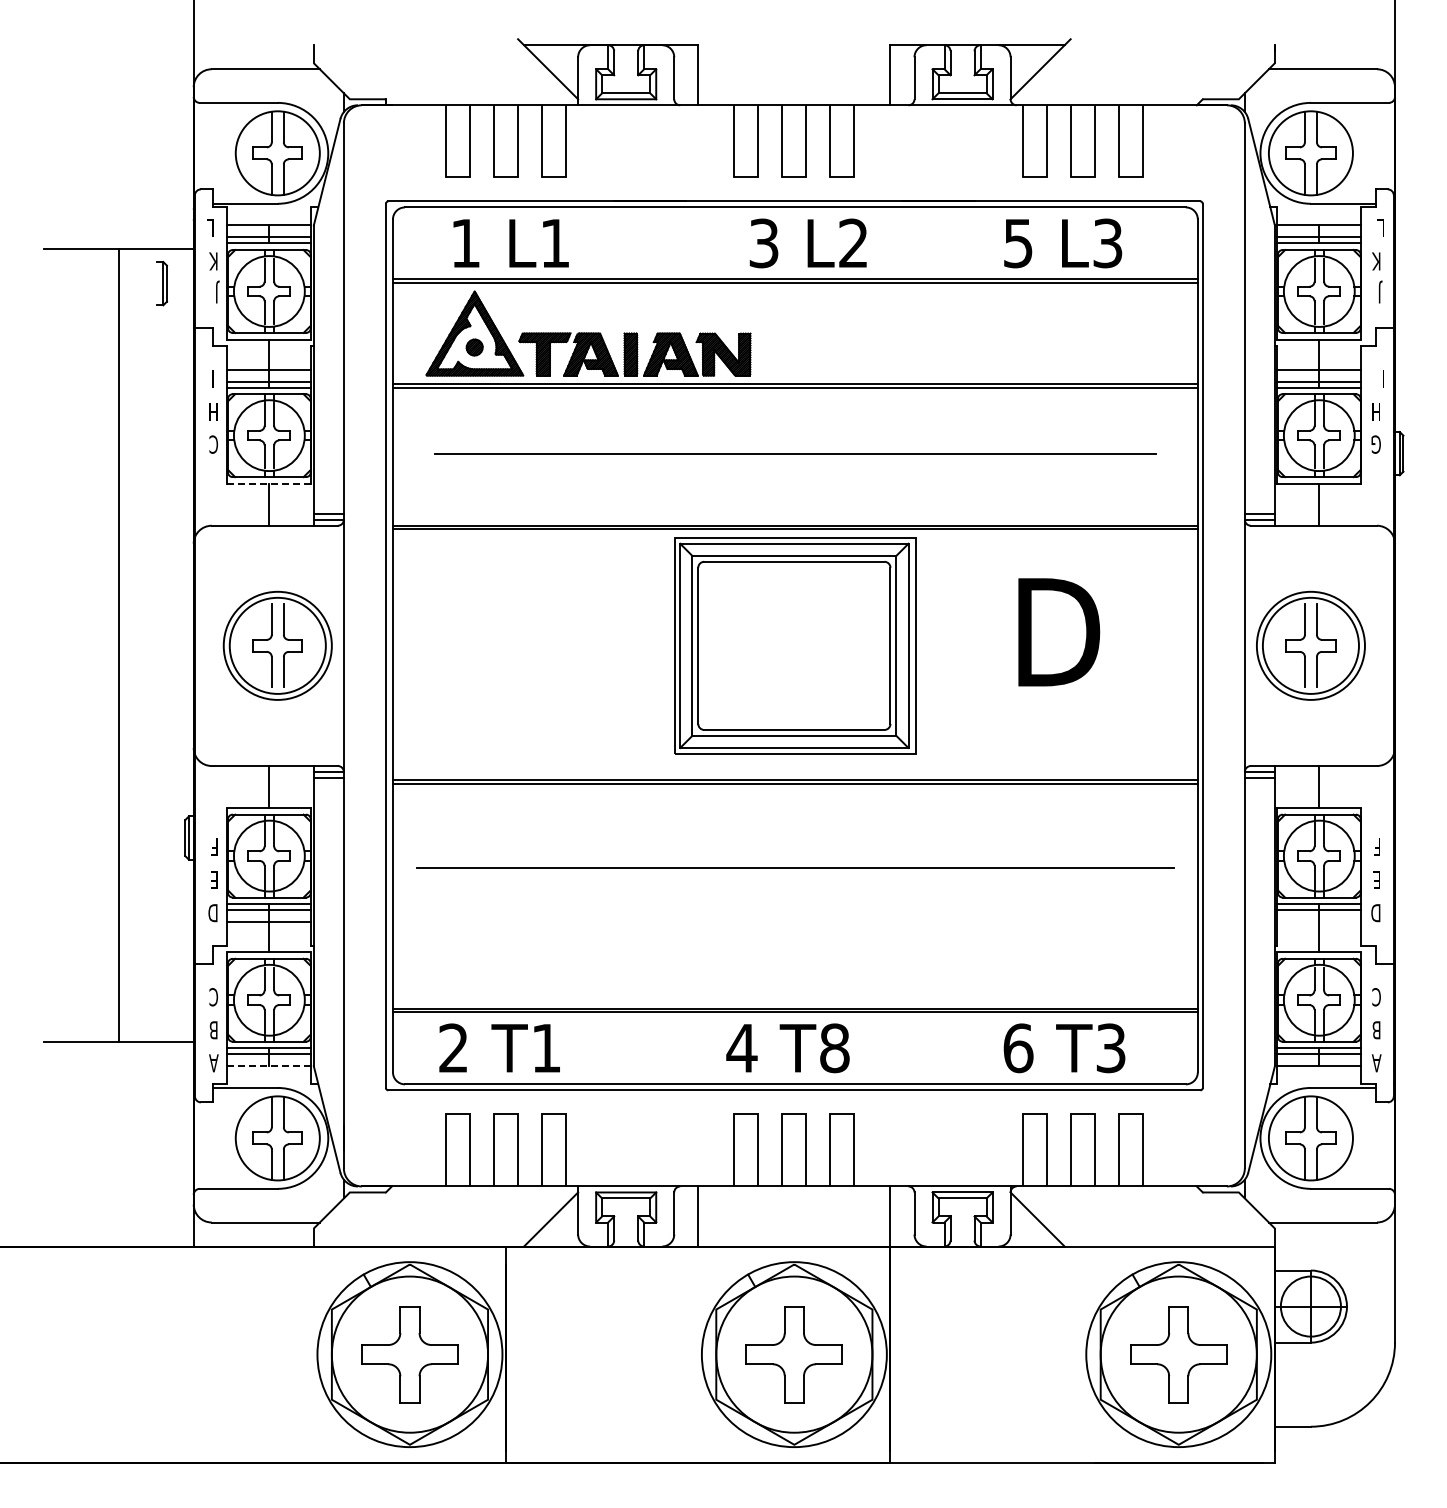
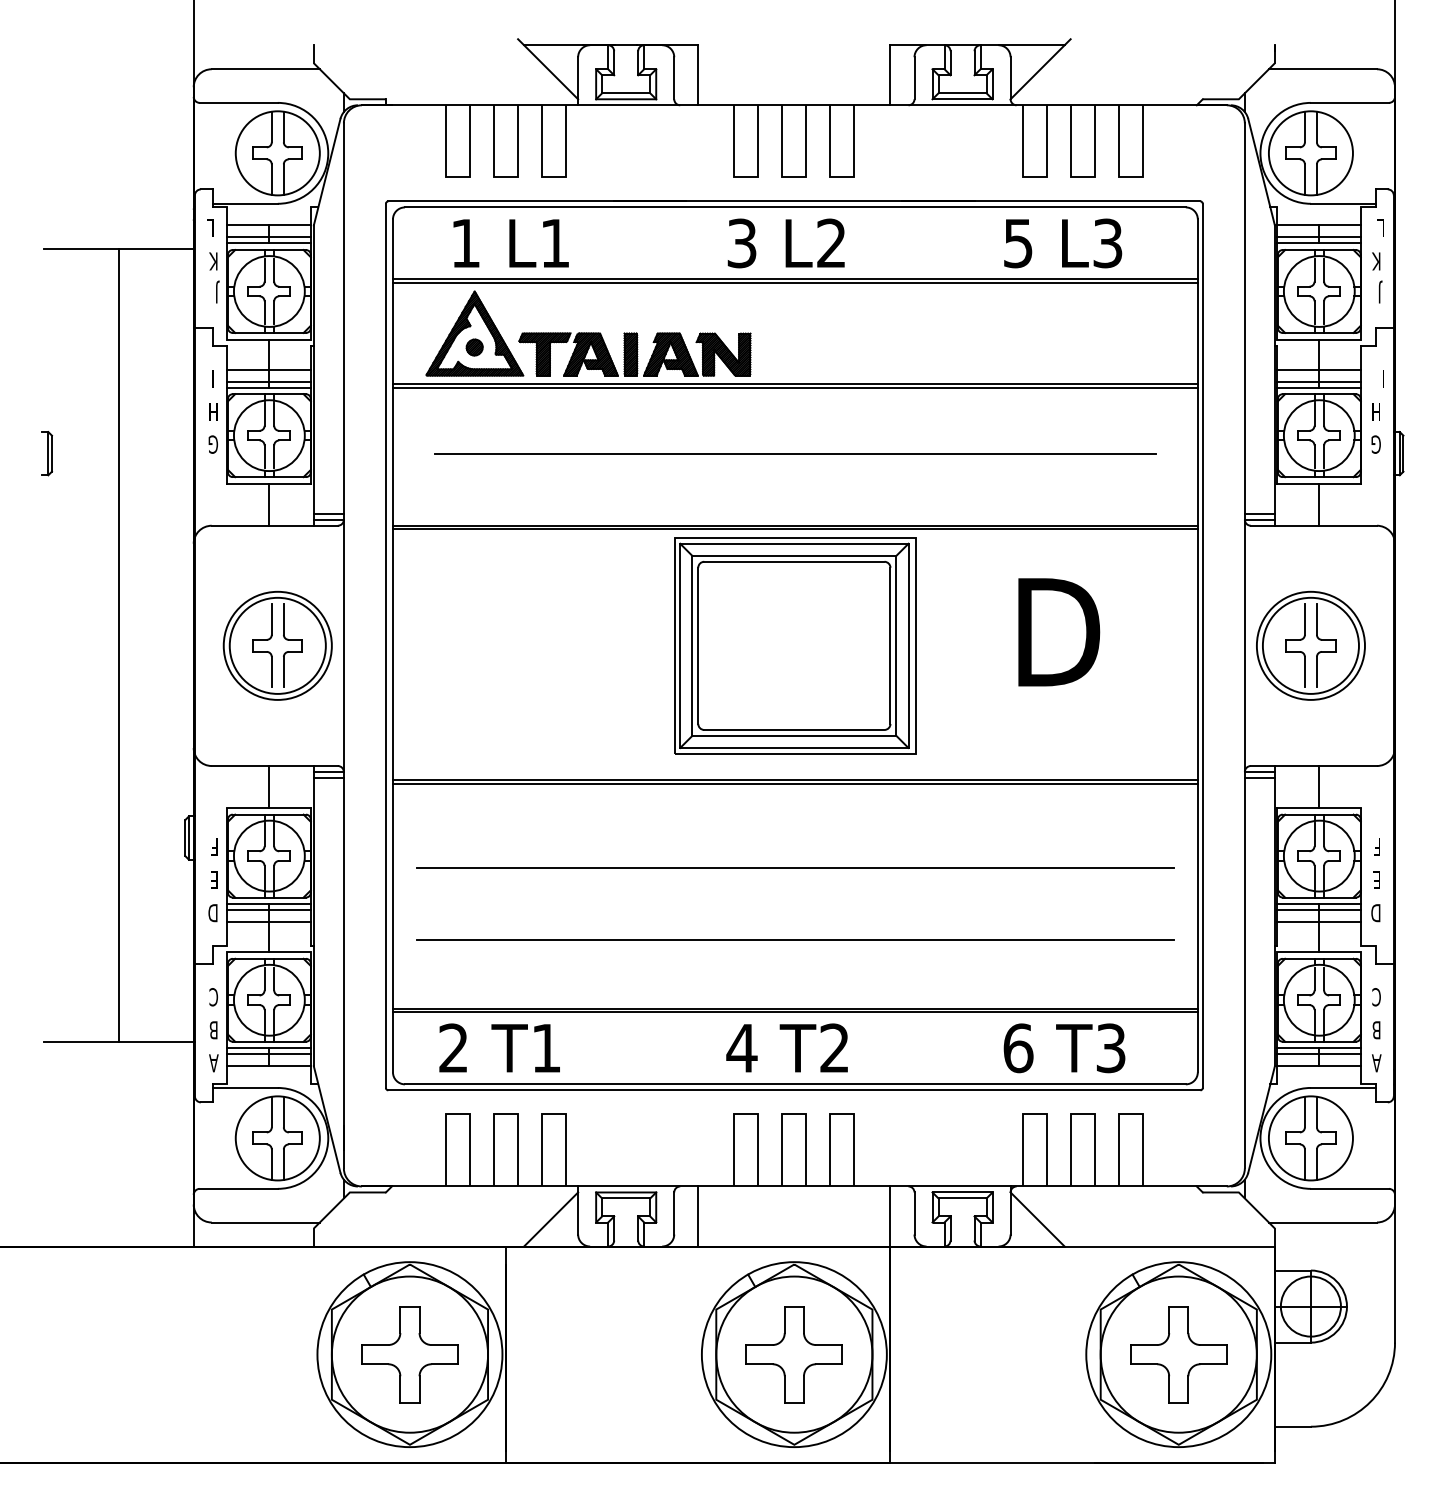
text at (807, 243) position: (807, 243) -> (785, 243)
part at (161, 283) position: (161, 283) -> (46, 453)
text at (210, 444): C -> G
line at (269, 483): dashed -> solid
line at (1319, 922): none -> present
line at (795, 940): none -> present
text at (834, 1048): T8 -> T2
line at (269, 1066): dashed -> solid
